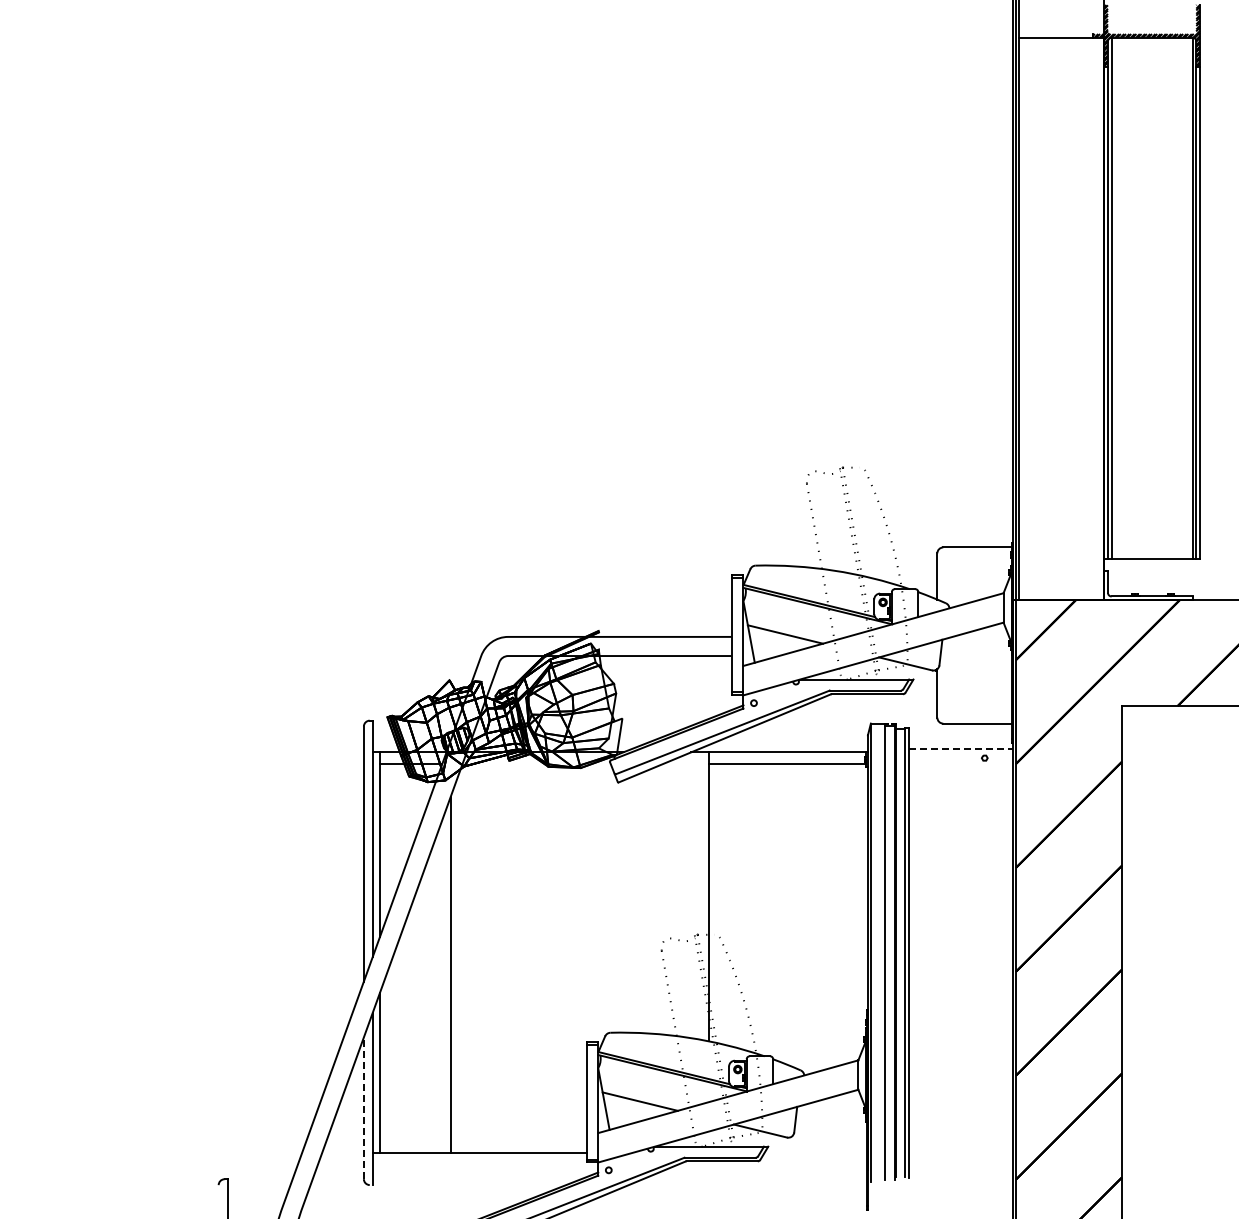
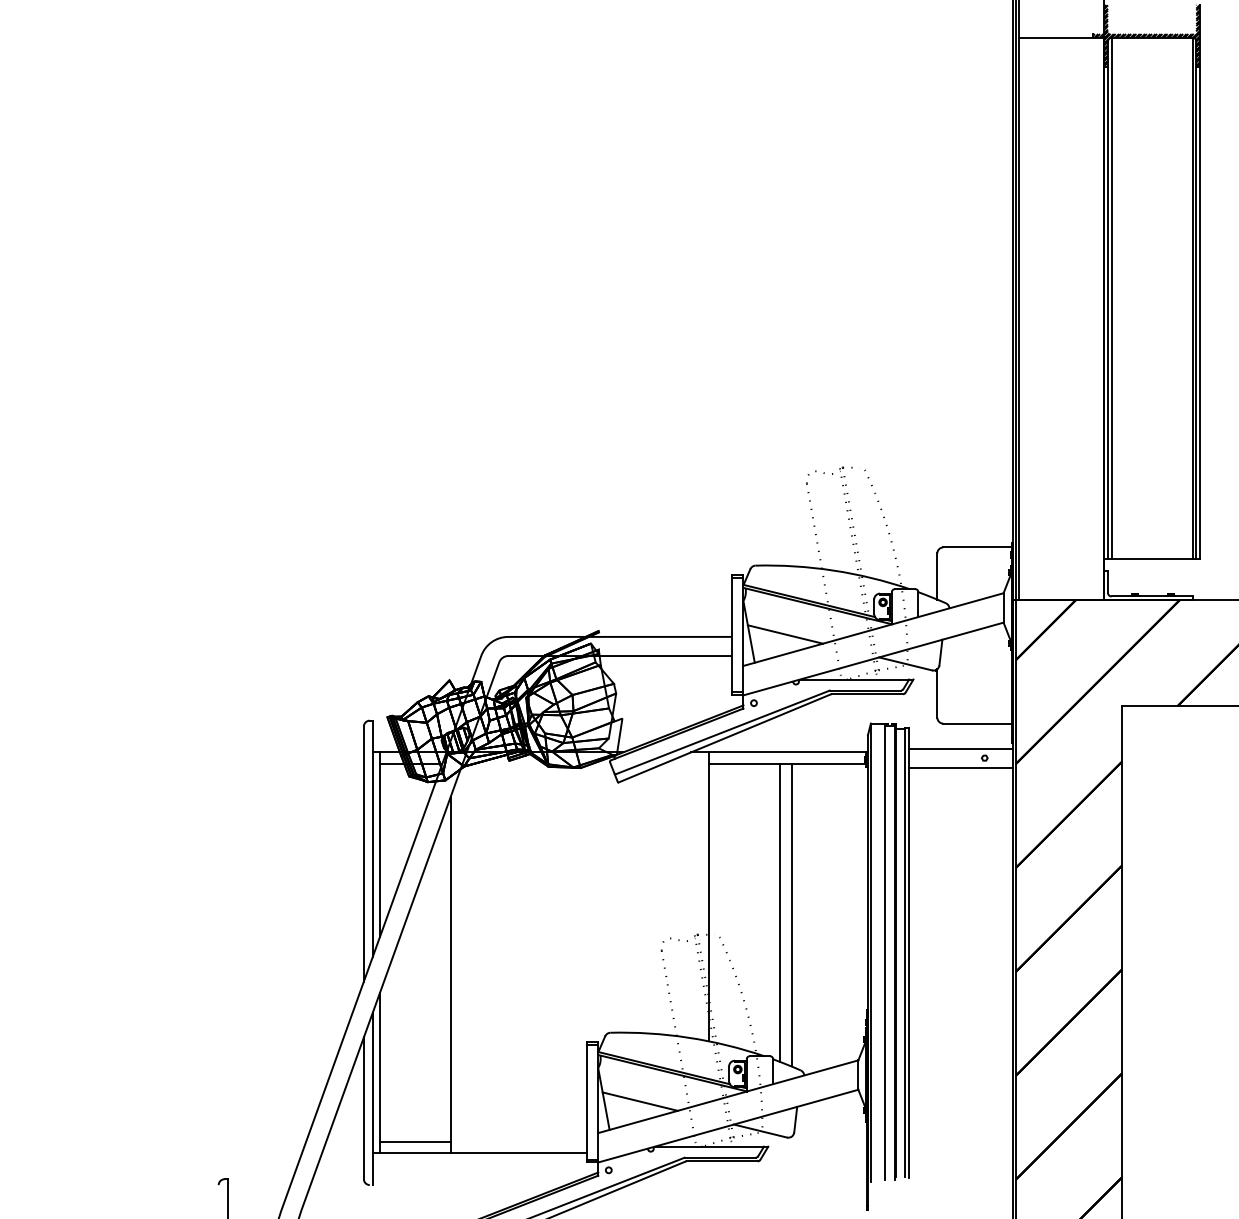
line at (961, 748): dashed -> solid
line at (961, 767): none -> present
line at (779, 912): none -> present
line at (791, 915): none -> present
line at (363, 1108): dashed -> solid
line at (415, 1141): none -> present
